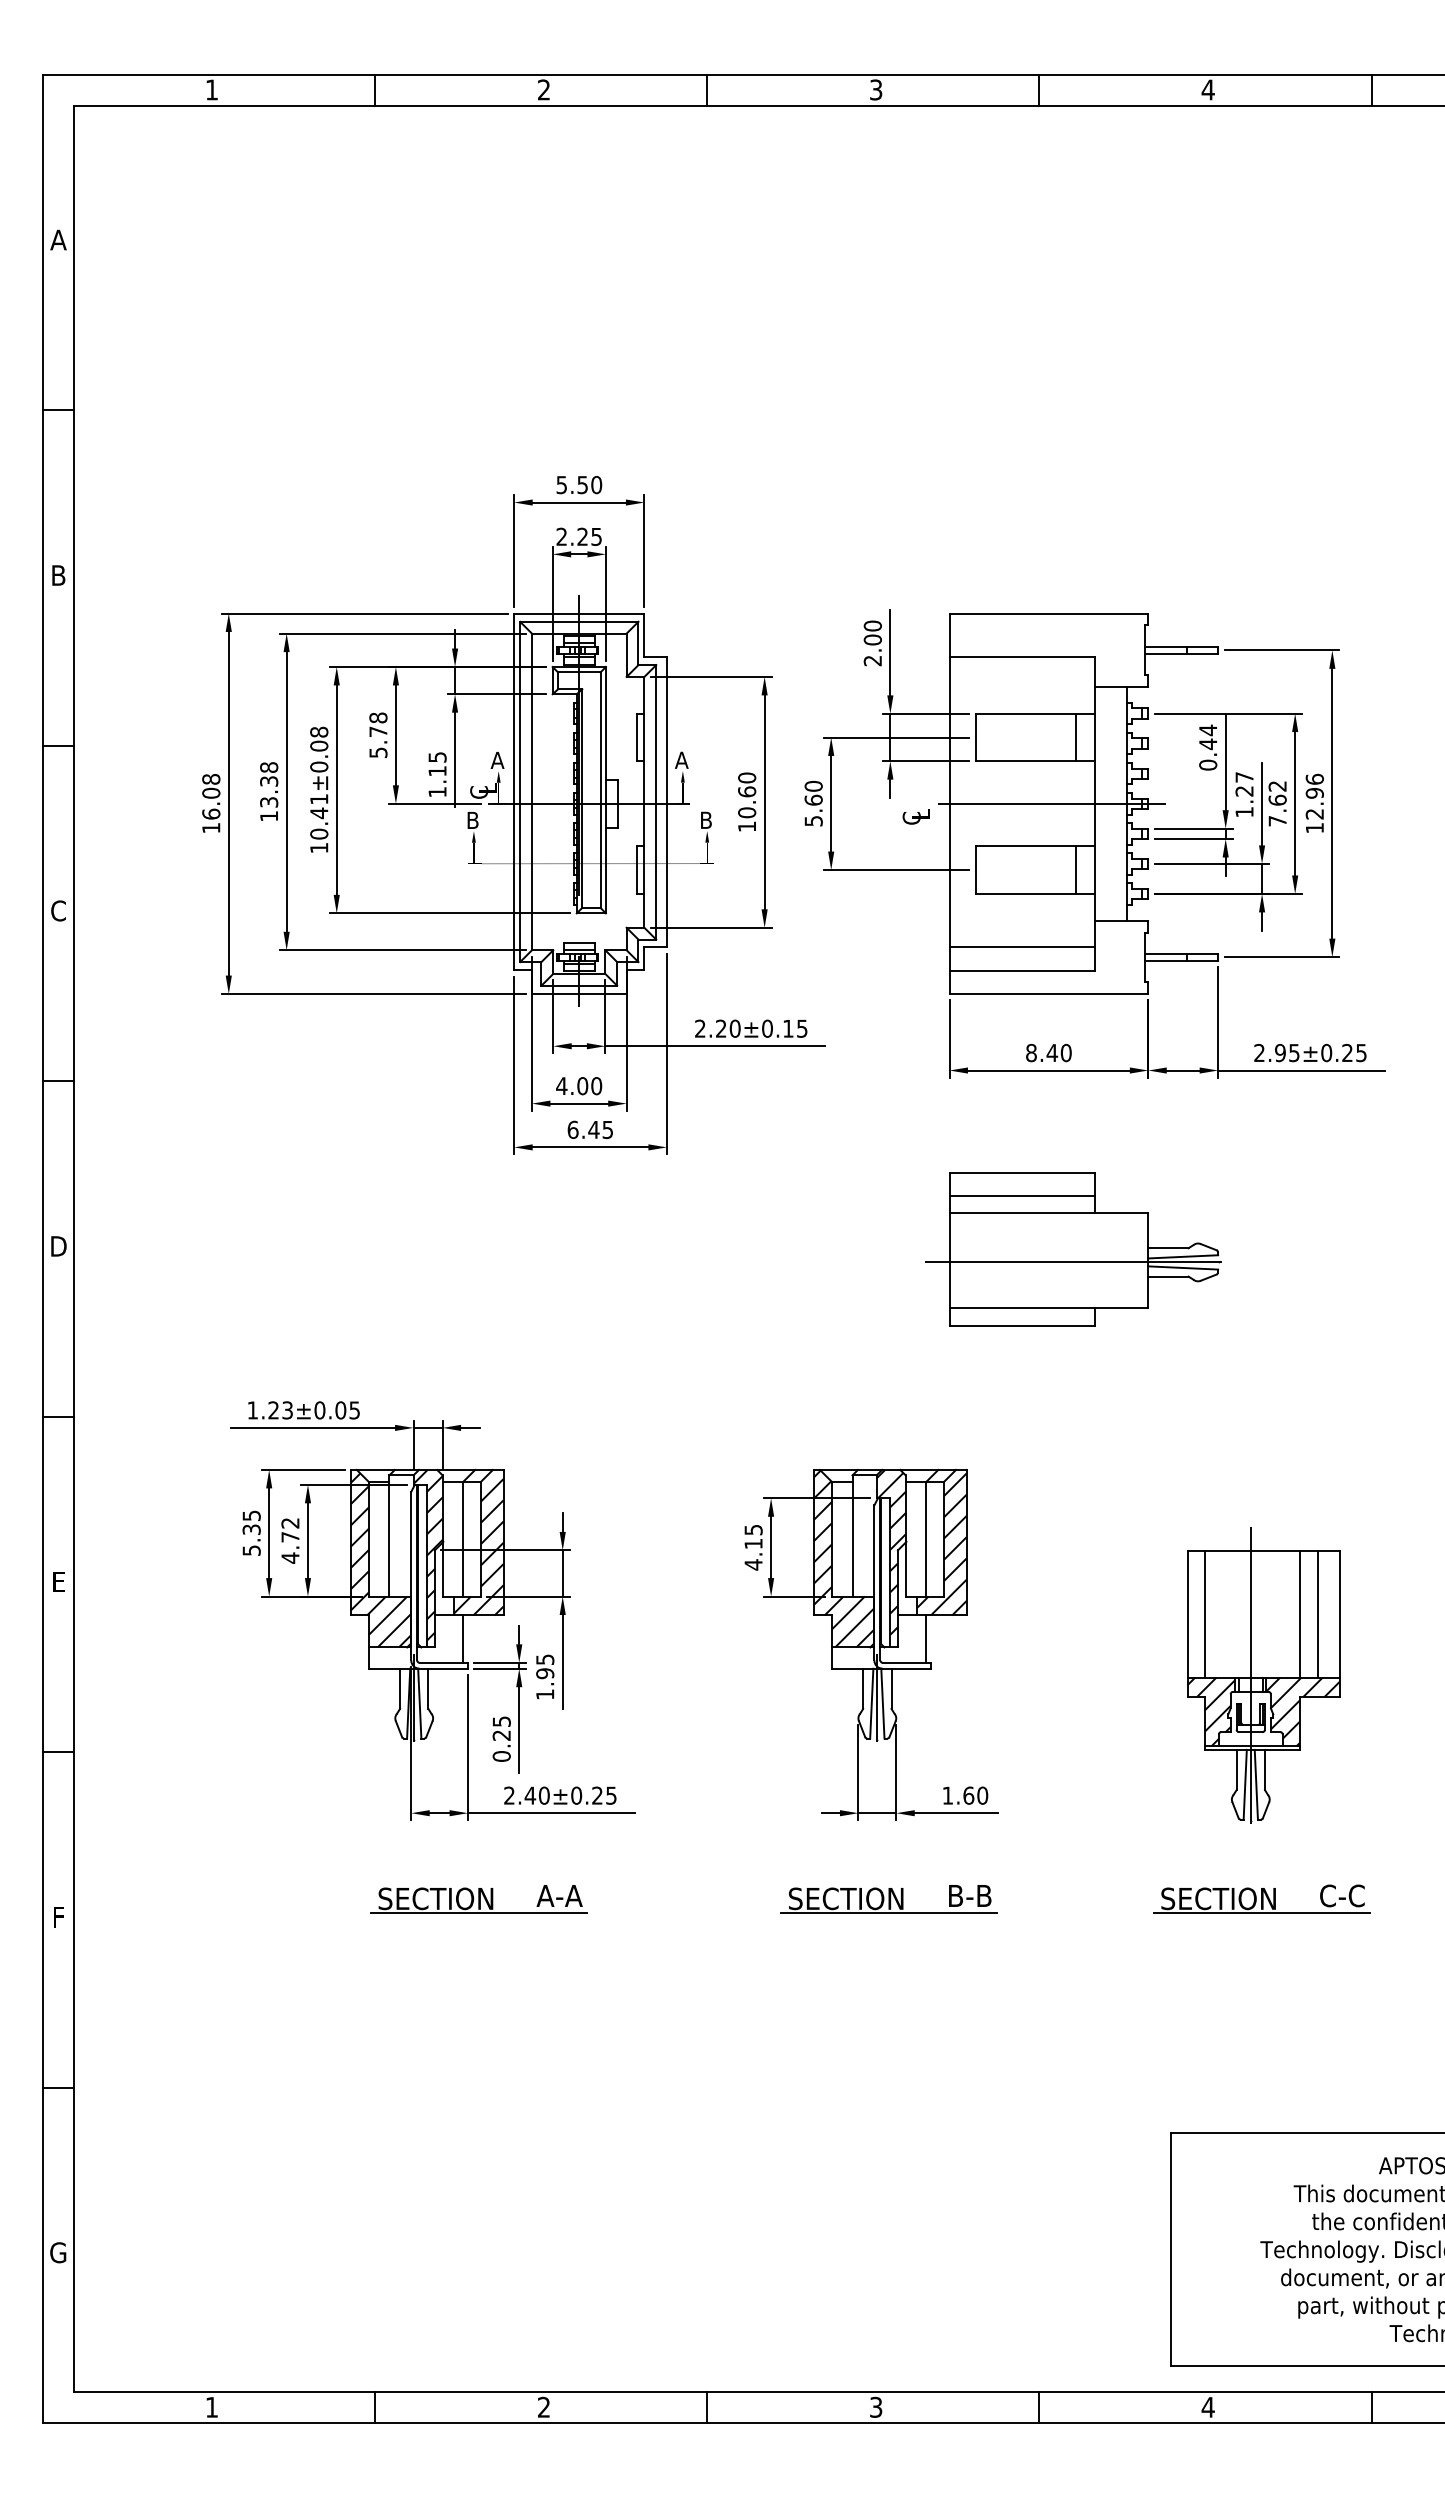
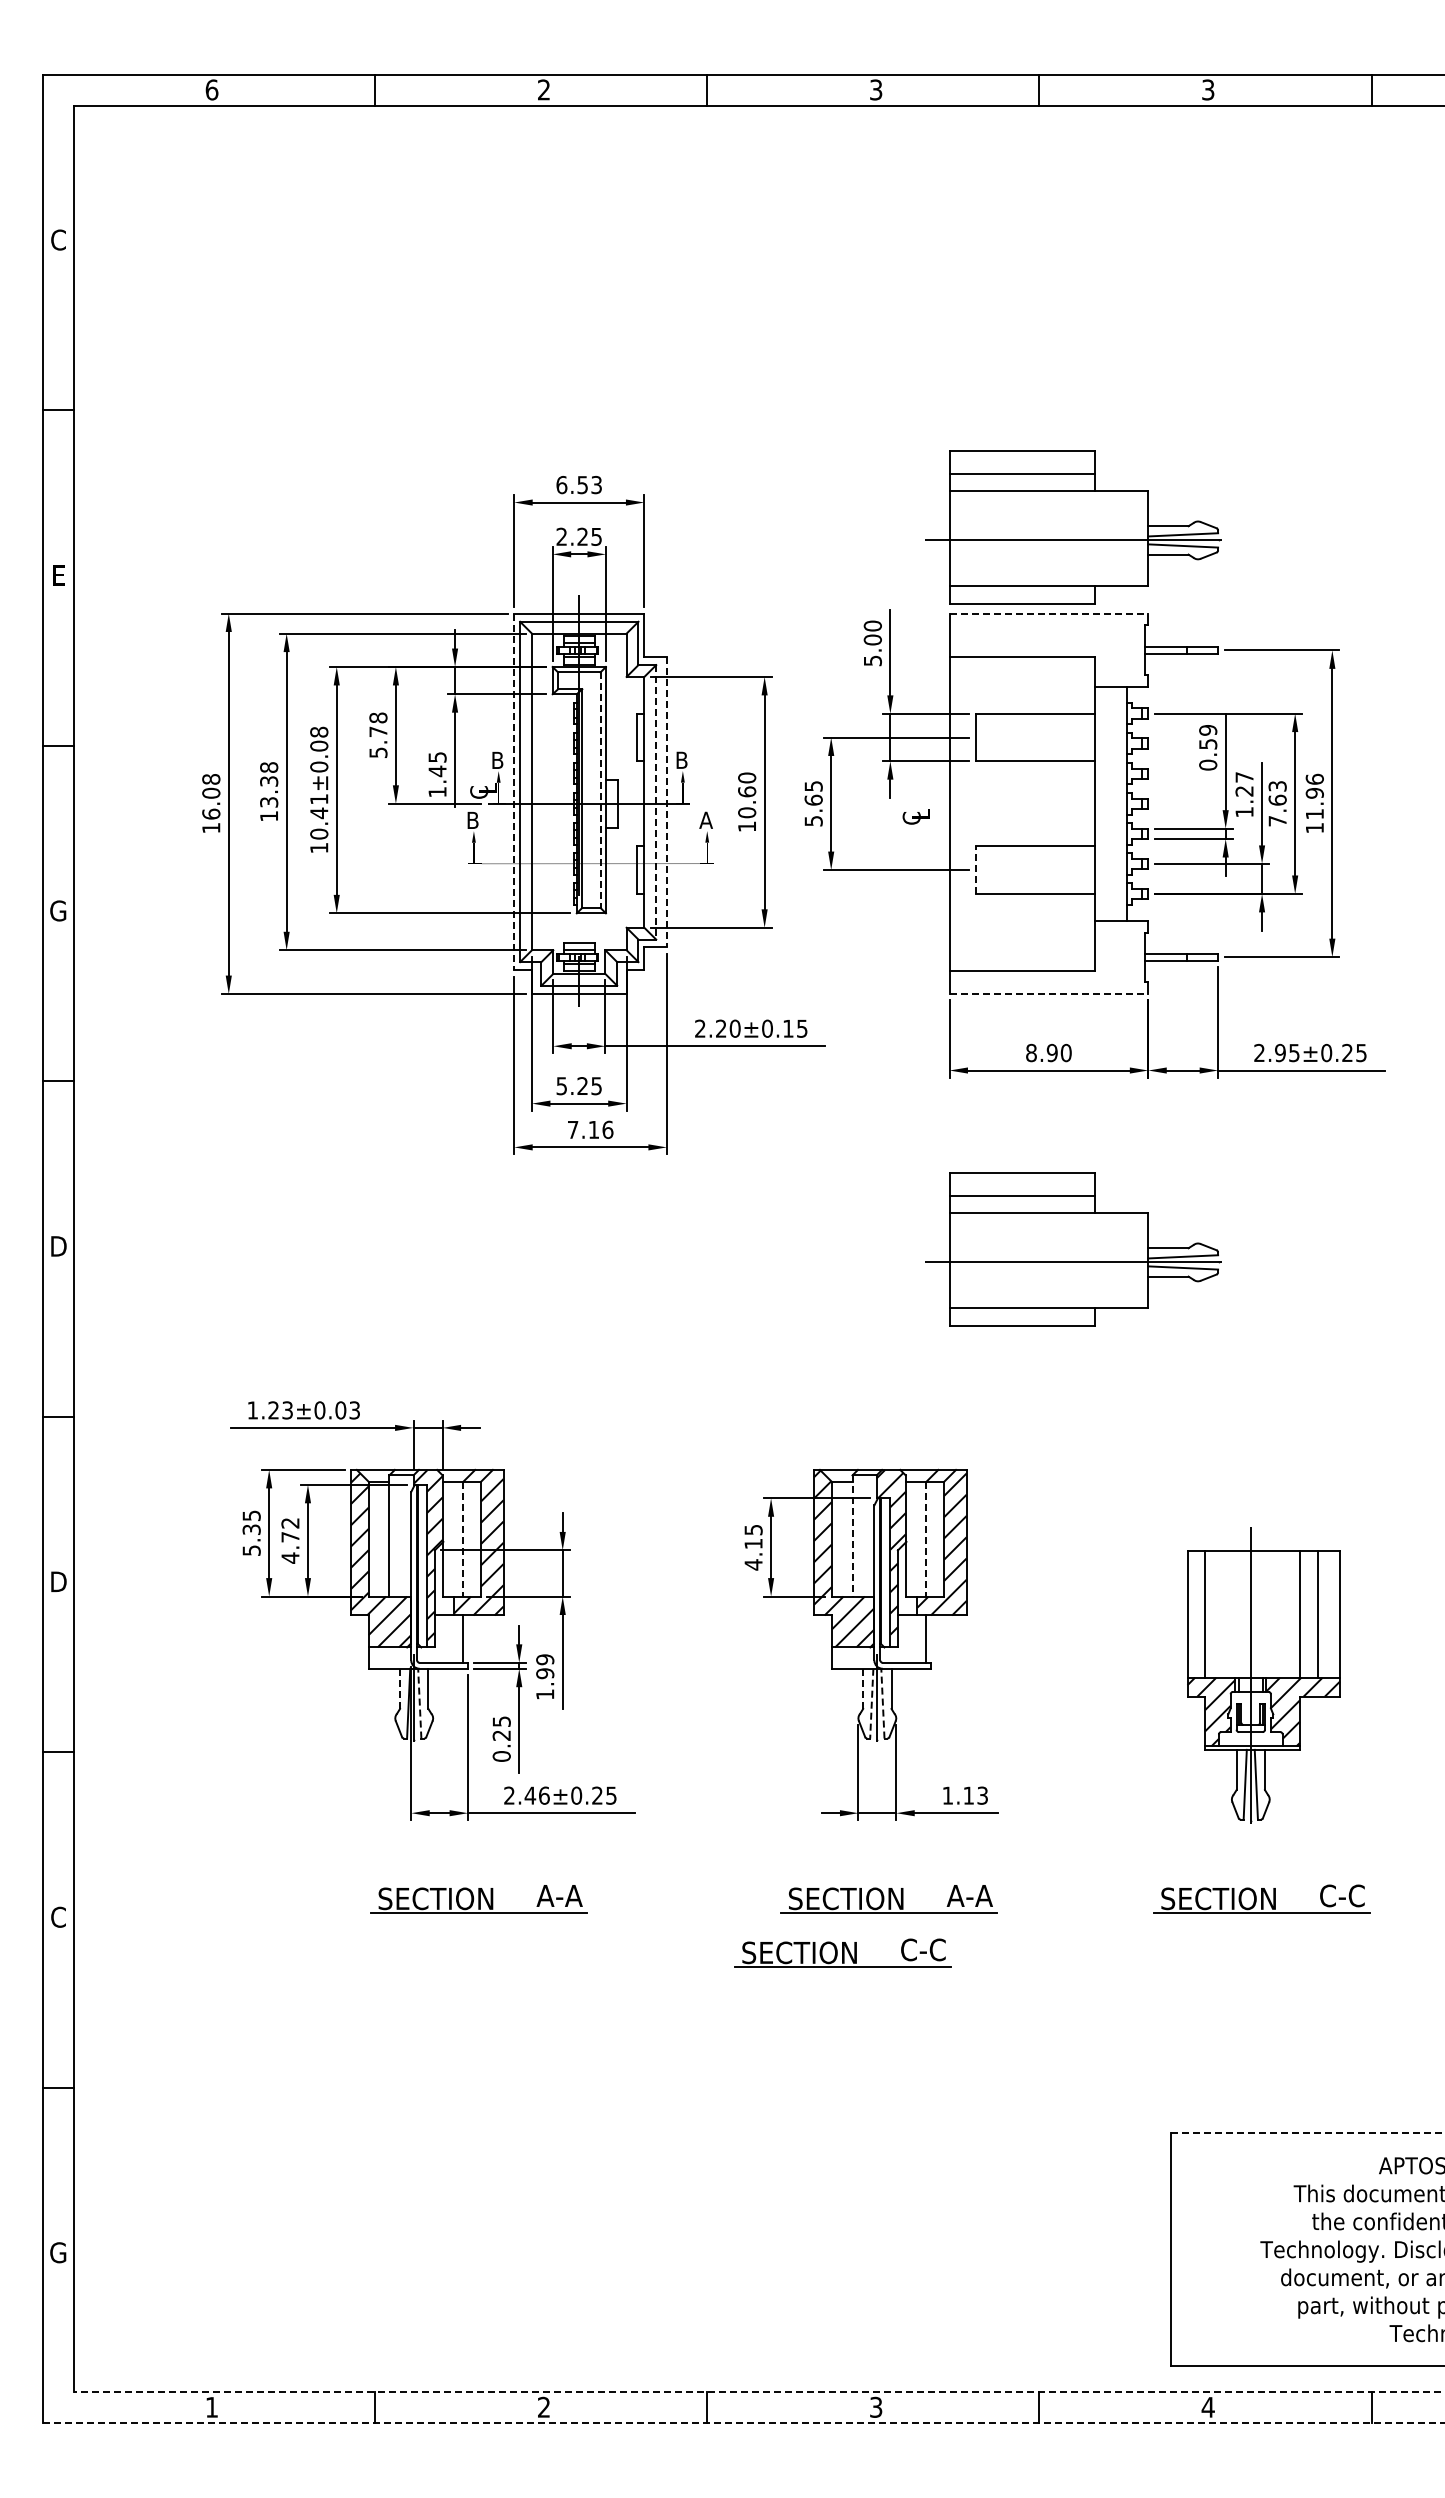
text at (211, 89): 1 -> 6
text at (1207, 89): 4 -> 3
text at (58, 239): A -> C
text at (579, 484): 5.50 -> 6.53
part at (1073, 527): none -> present
text at (58, 575): B -> E
line at (1049, 613): solid -> dashed
text at (872, 660): 2.00 -> 5.00
line at (1076, 737): present -> none
text at (1208, 737): 0.44 -> 0.59
text at (497, 759): A -> B
text at (681, 759): A -> B
text at (437, 771): 1.15 -> 1.45
text at (813, 785): 5.60 -> 5.65
text at (1277, 786): 7.62 -> 7.63
line at (600, 790): solid -> dashed
line at (514, 792): solid -> dashed
line at (656, 802): solid -> dashed
line at (666, 802): solid -> dashed
line at (1052, 803): present -> none
text at (1314, 814): 12.96 -> 11.96
text at (705, 819): B -> A
line at (1076, 869): present -> none
line at (975, 870): solid -> dashed
text at (58, 910): C -> G
line at (1022, 947): present -> none
line at (1049, 994): solid -> dashed
text at (1052, 1052): 8.40 -> 8.90
text at (579, 1086): 4.00 -> 5.25
text at (590, 1129): 6.45 -> 7.16
text at (354, 1409): 1.23±0.05 -> 1.23±0.03
line at (852, 1535): solid -> dashed
line at (463, 1539): solid -> dashed
line at (926, 1539): solid -> dashed
text at (58, 1581): E -> D
text at (544, 1659): 1.95 -> 1.99
line at (400, 1688): solid -> dashed
line at (863, 1688): solid -> dashed
line at (419, 1703): solid -> dashed
line at (871, 1703): solid -> dashed
line at (882, 1703): solid -> dashed
text at (544, 1795): 2.40±0.25 -> 2.46±0.25
text at (975, 1795): 1.60 -> 1.13
text at (969, 1895): B-B -> A-A
text at (58, 1916): F -> C
part at (842, 1952): none -> present
line at (1307, 2133): solid -> dashed
line at (758, 2392): solid -> dashed
line at (744, 2423): solid -> dashed
